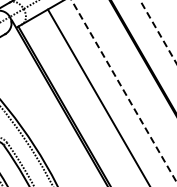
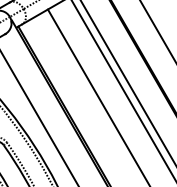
line at (158, 31): dashed -> solid
line at (127, 81): none -> present
line at (124, 91): dashed -> solid
line at (39, 118): none -> present
